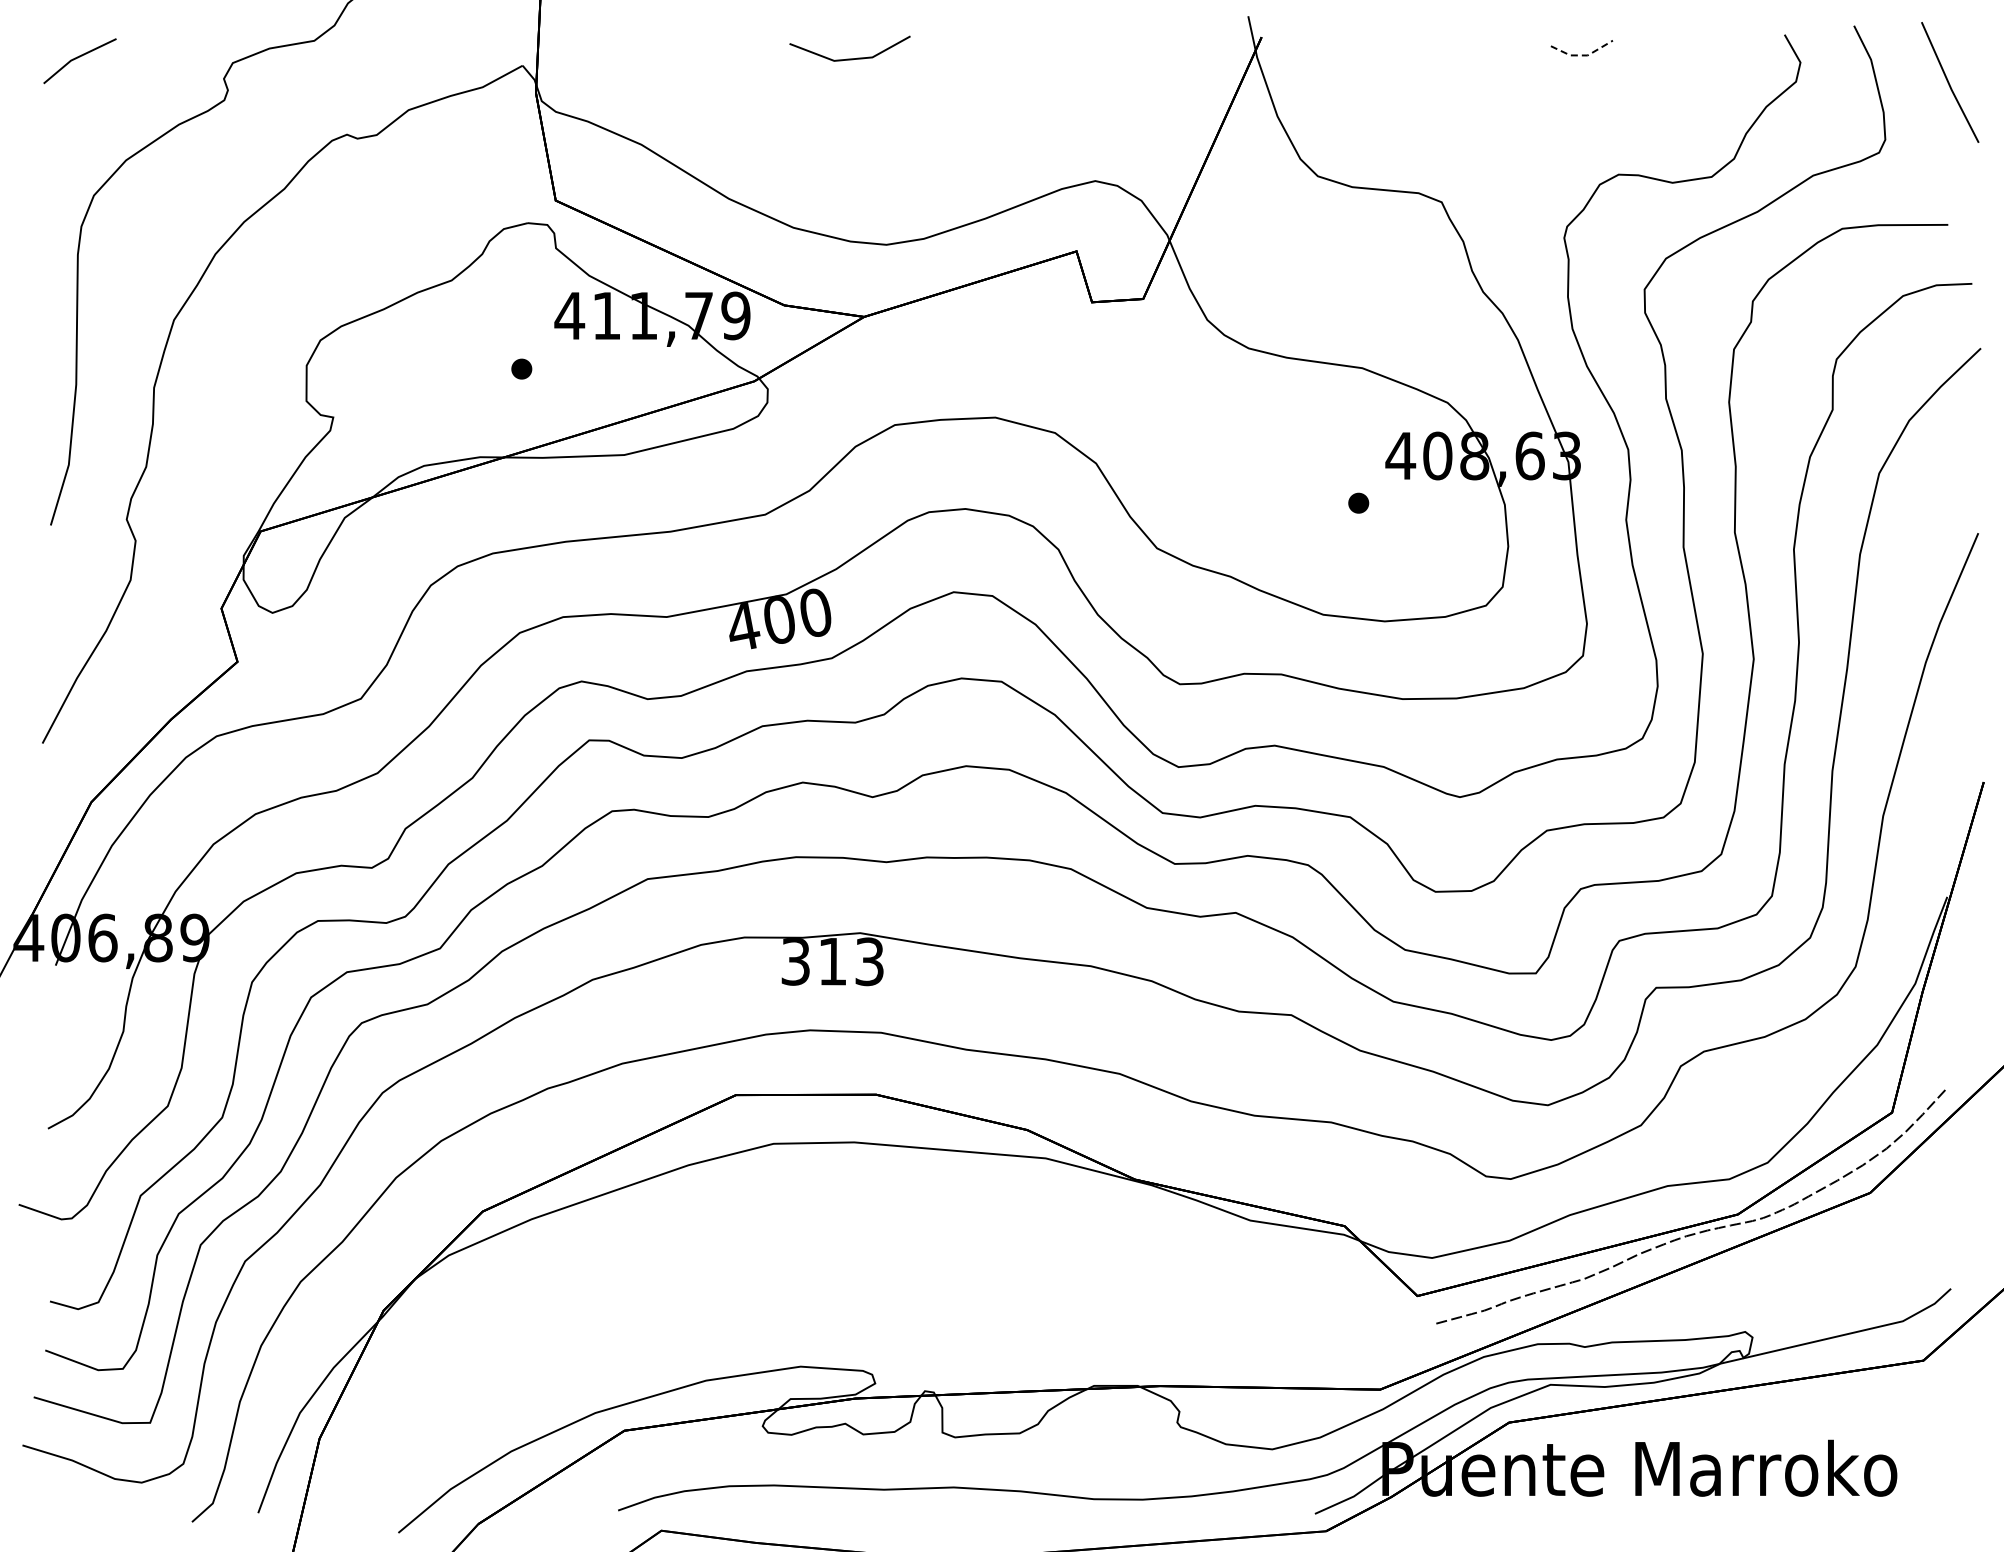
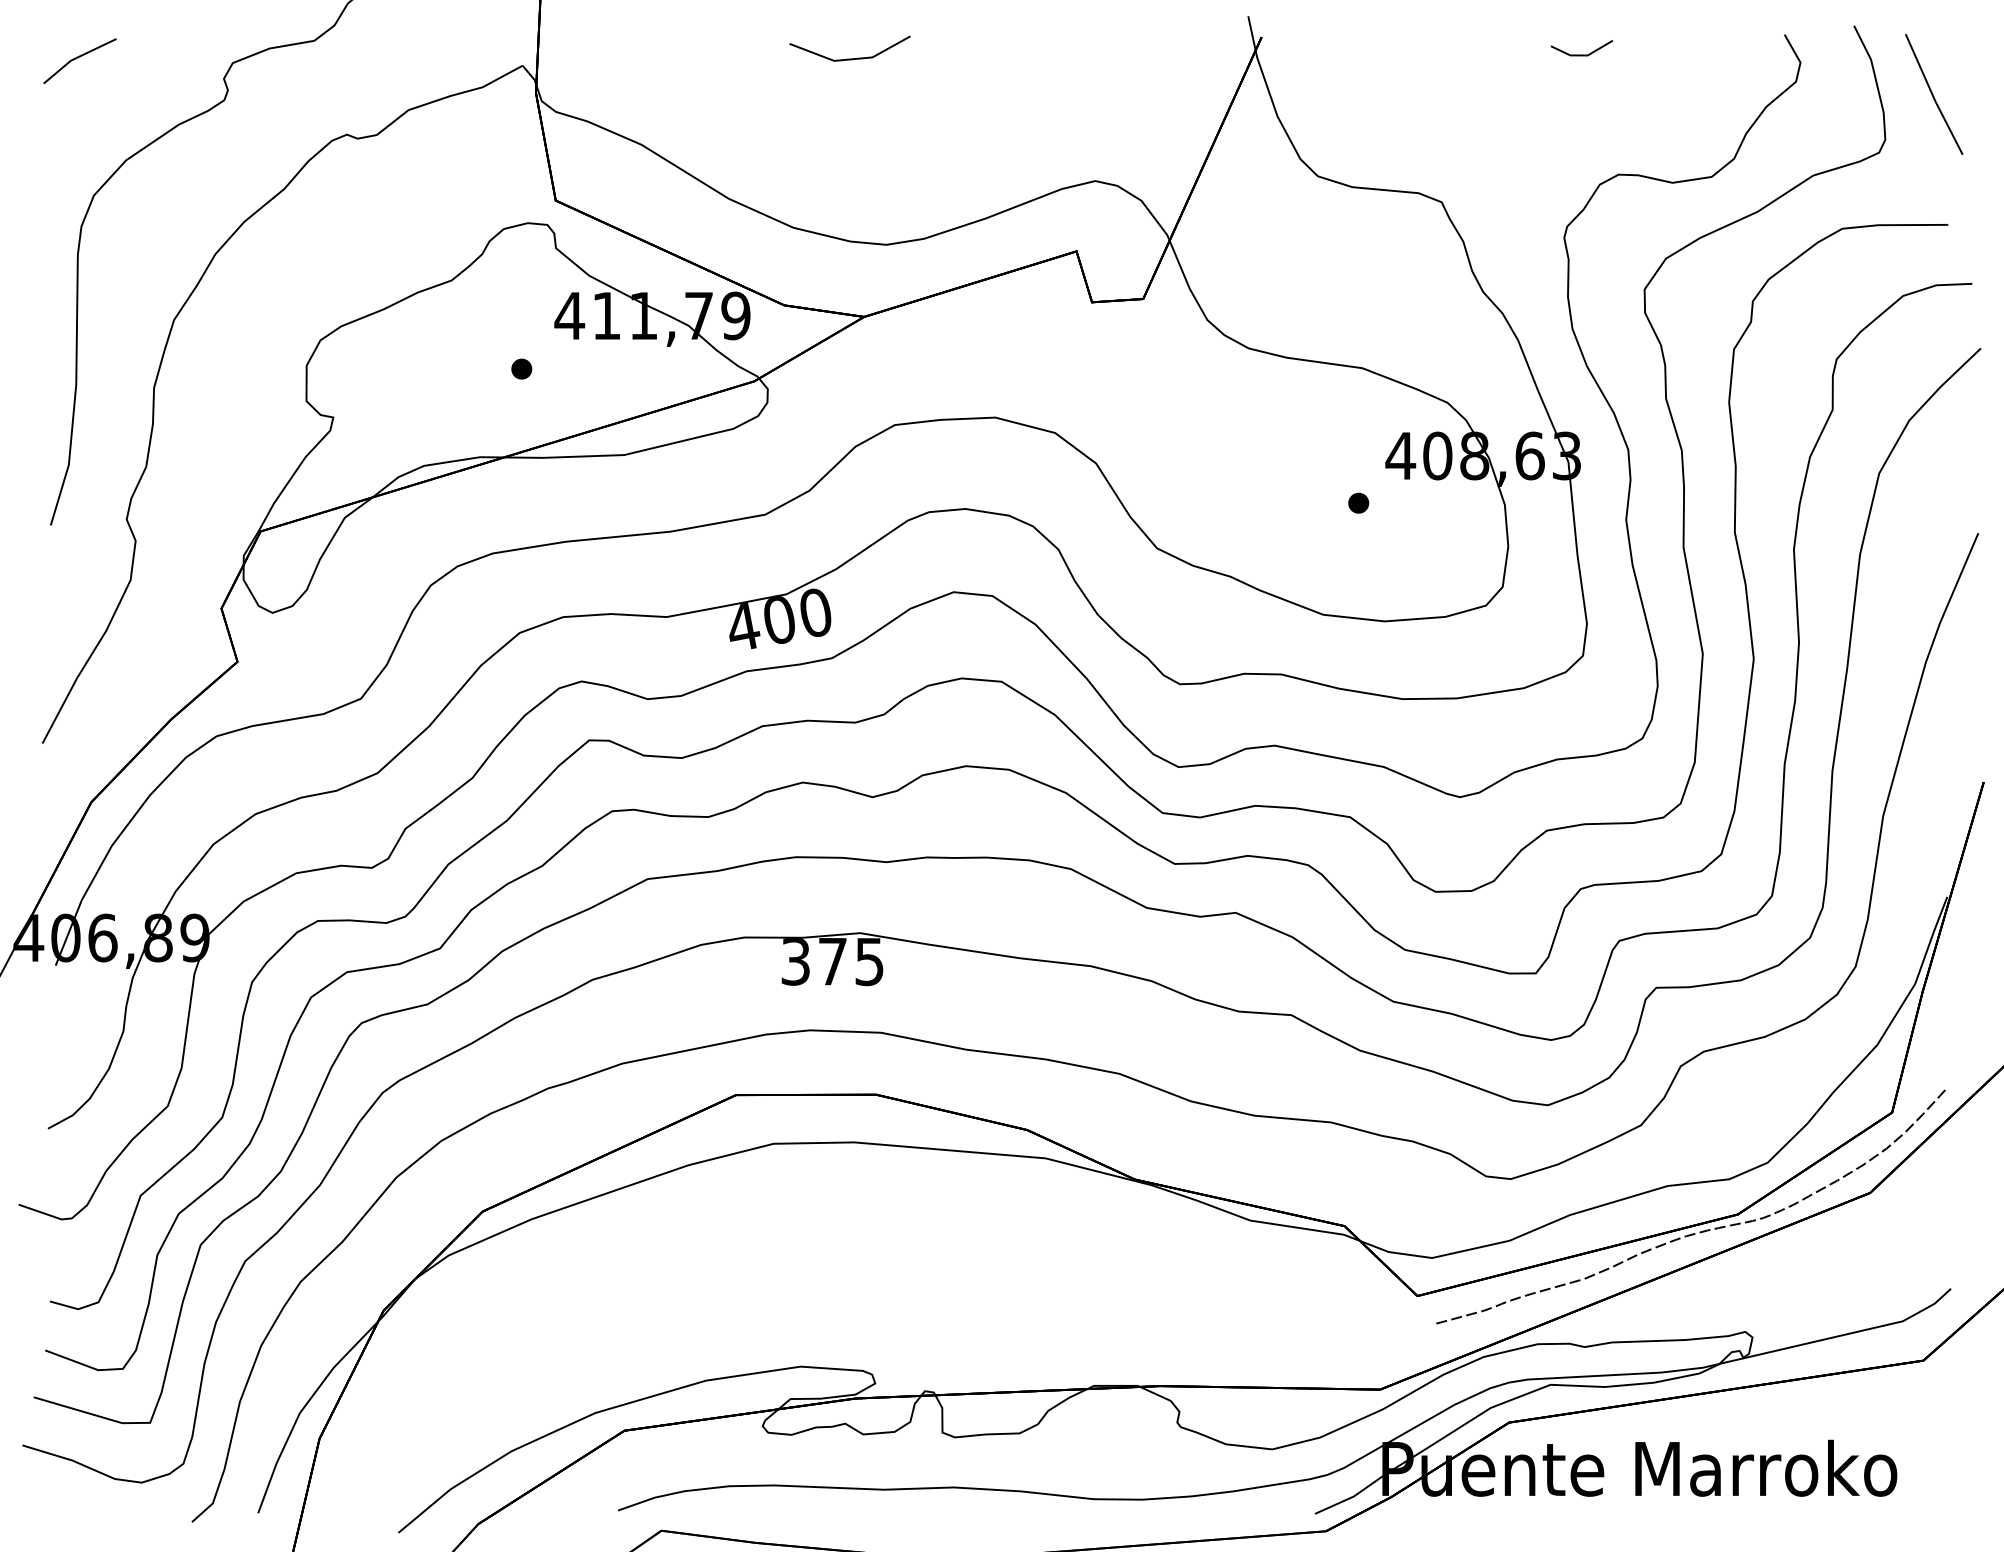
line at (1582, 55): dashed -> solid
line at (1949, 82) position: (1949, 82) -> (1933, 94)
text at (851, 961): 313 -> 375
